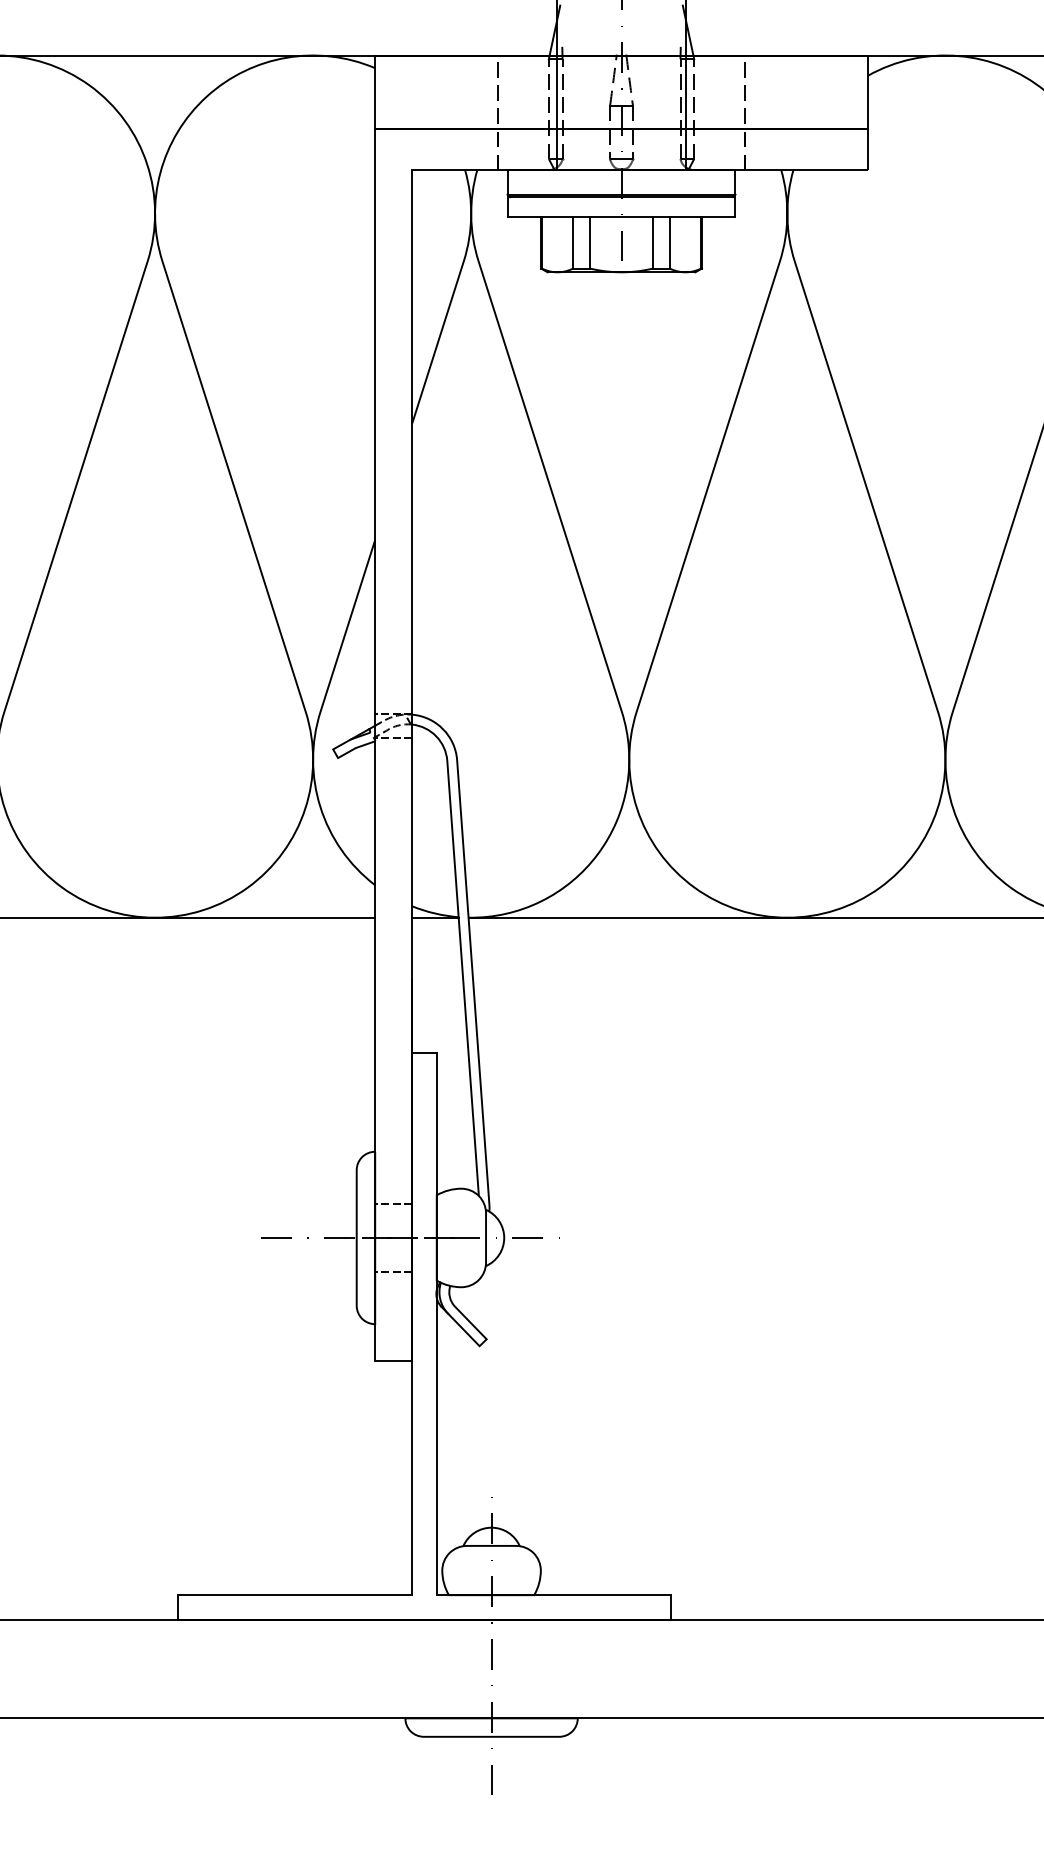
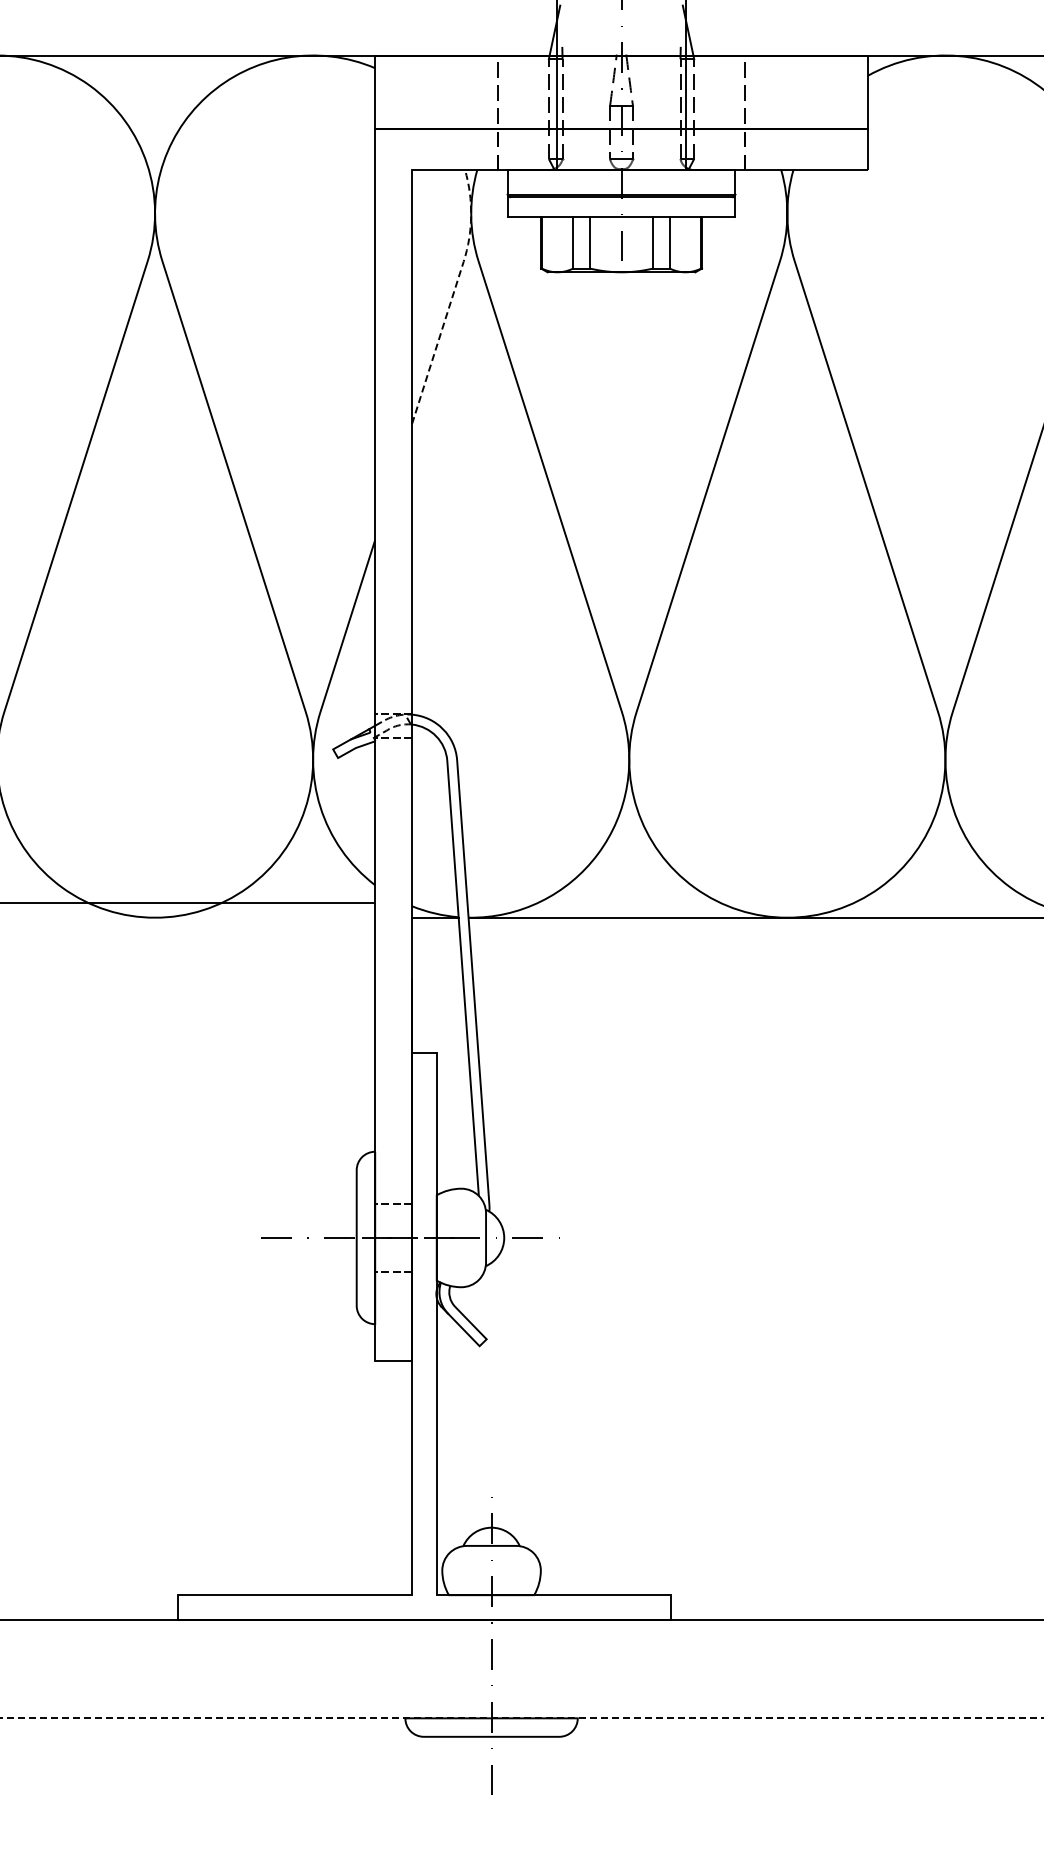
line at (453, 292): solid -> dashed
line at (188, 917) position: (188, 917) -> (188, 902)
line at (521, 1718): solid -> dashed
